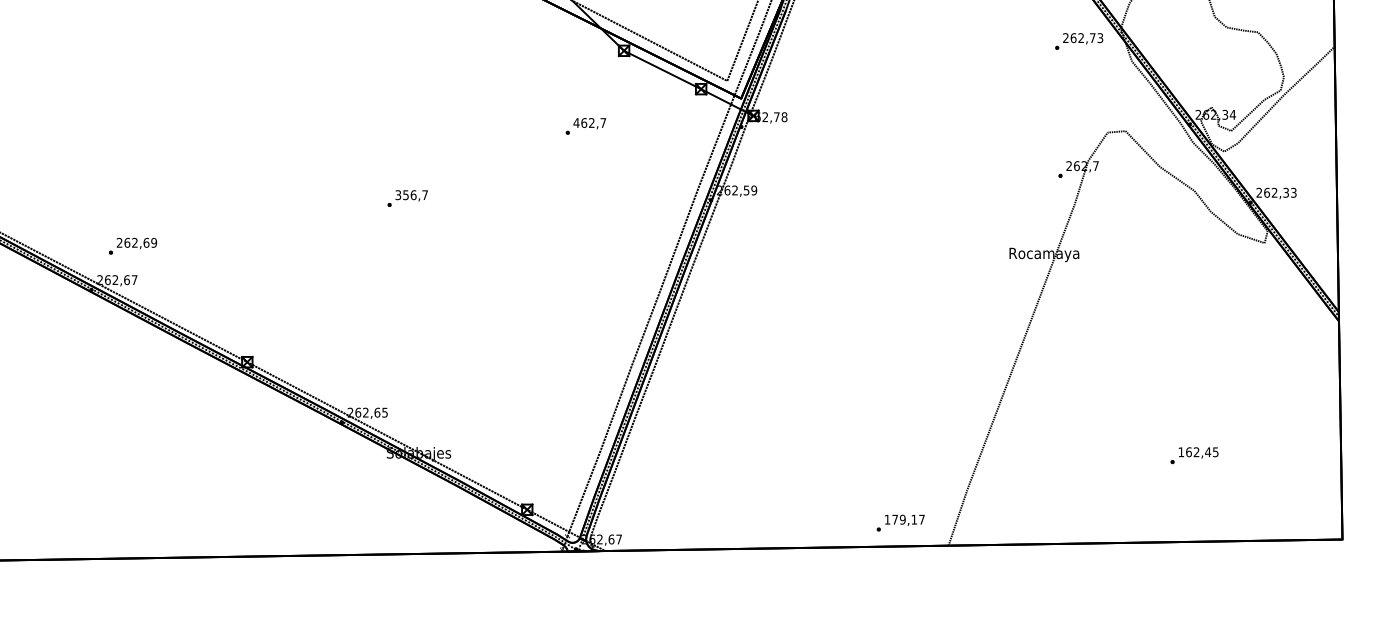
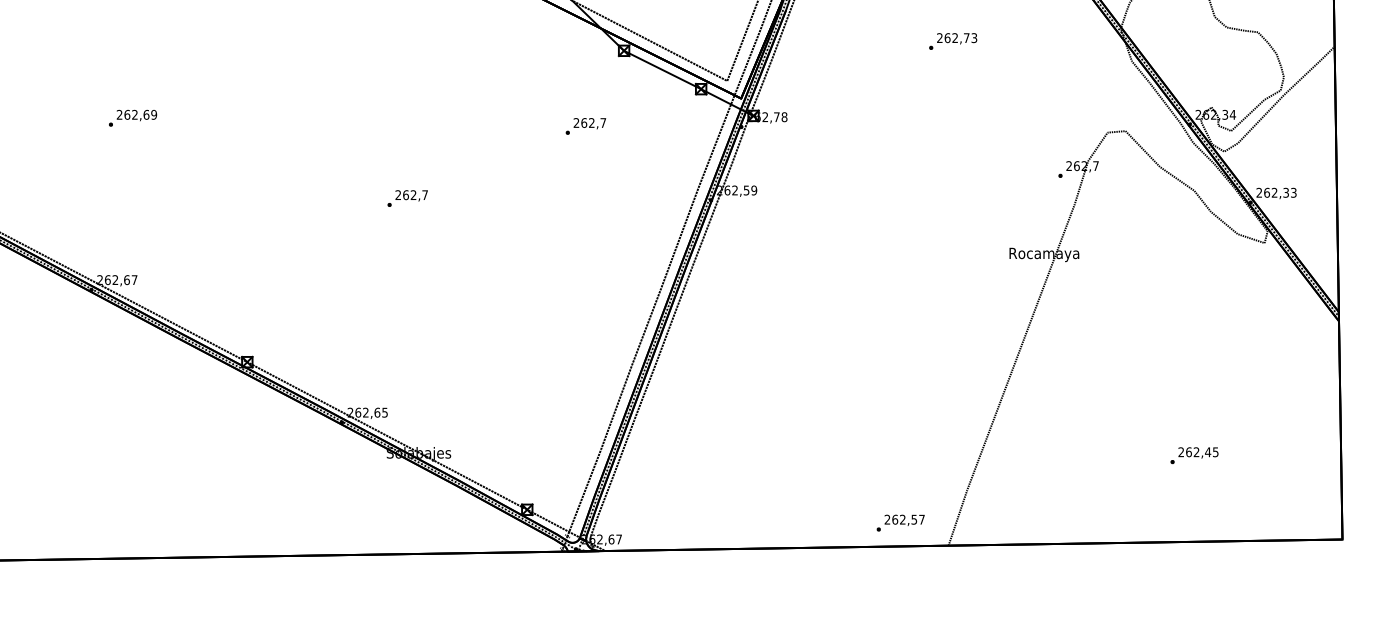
text at (1079, 41) position: (1079, 41) -> (953, 41)
text at (576, 122): 462,7 -> 262,7
text at (405, 195): 356,7 -> 262,7
text at (133, 245) position: (133, 245) -> (133, 117)
text at (1180, 451): 162,45 -> 262,45
text at (900, 519): 179,17 -> 262,57
